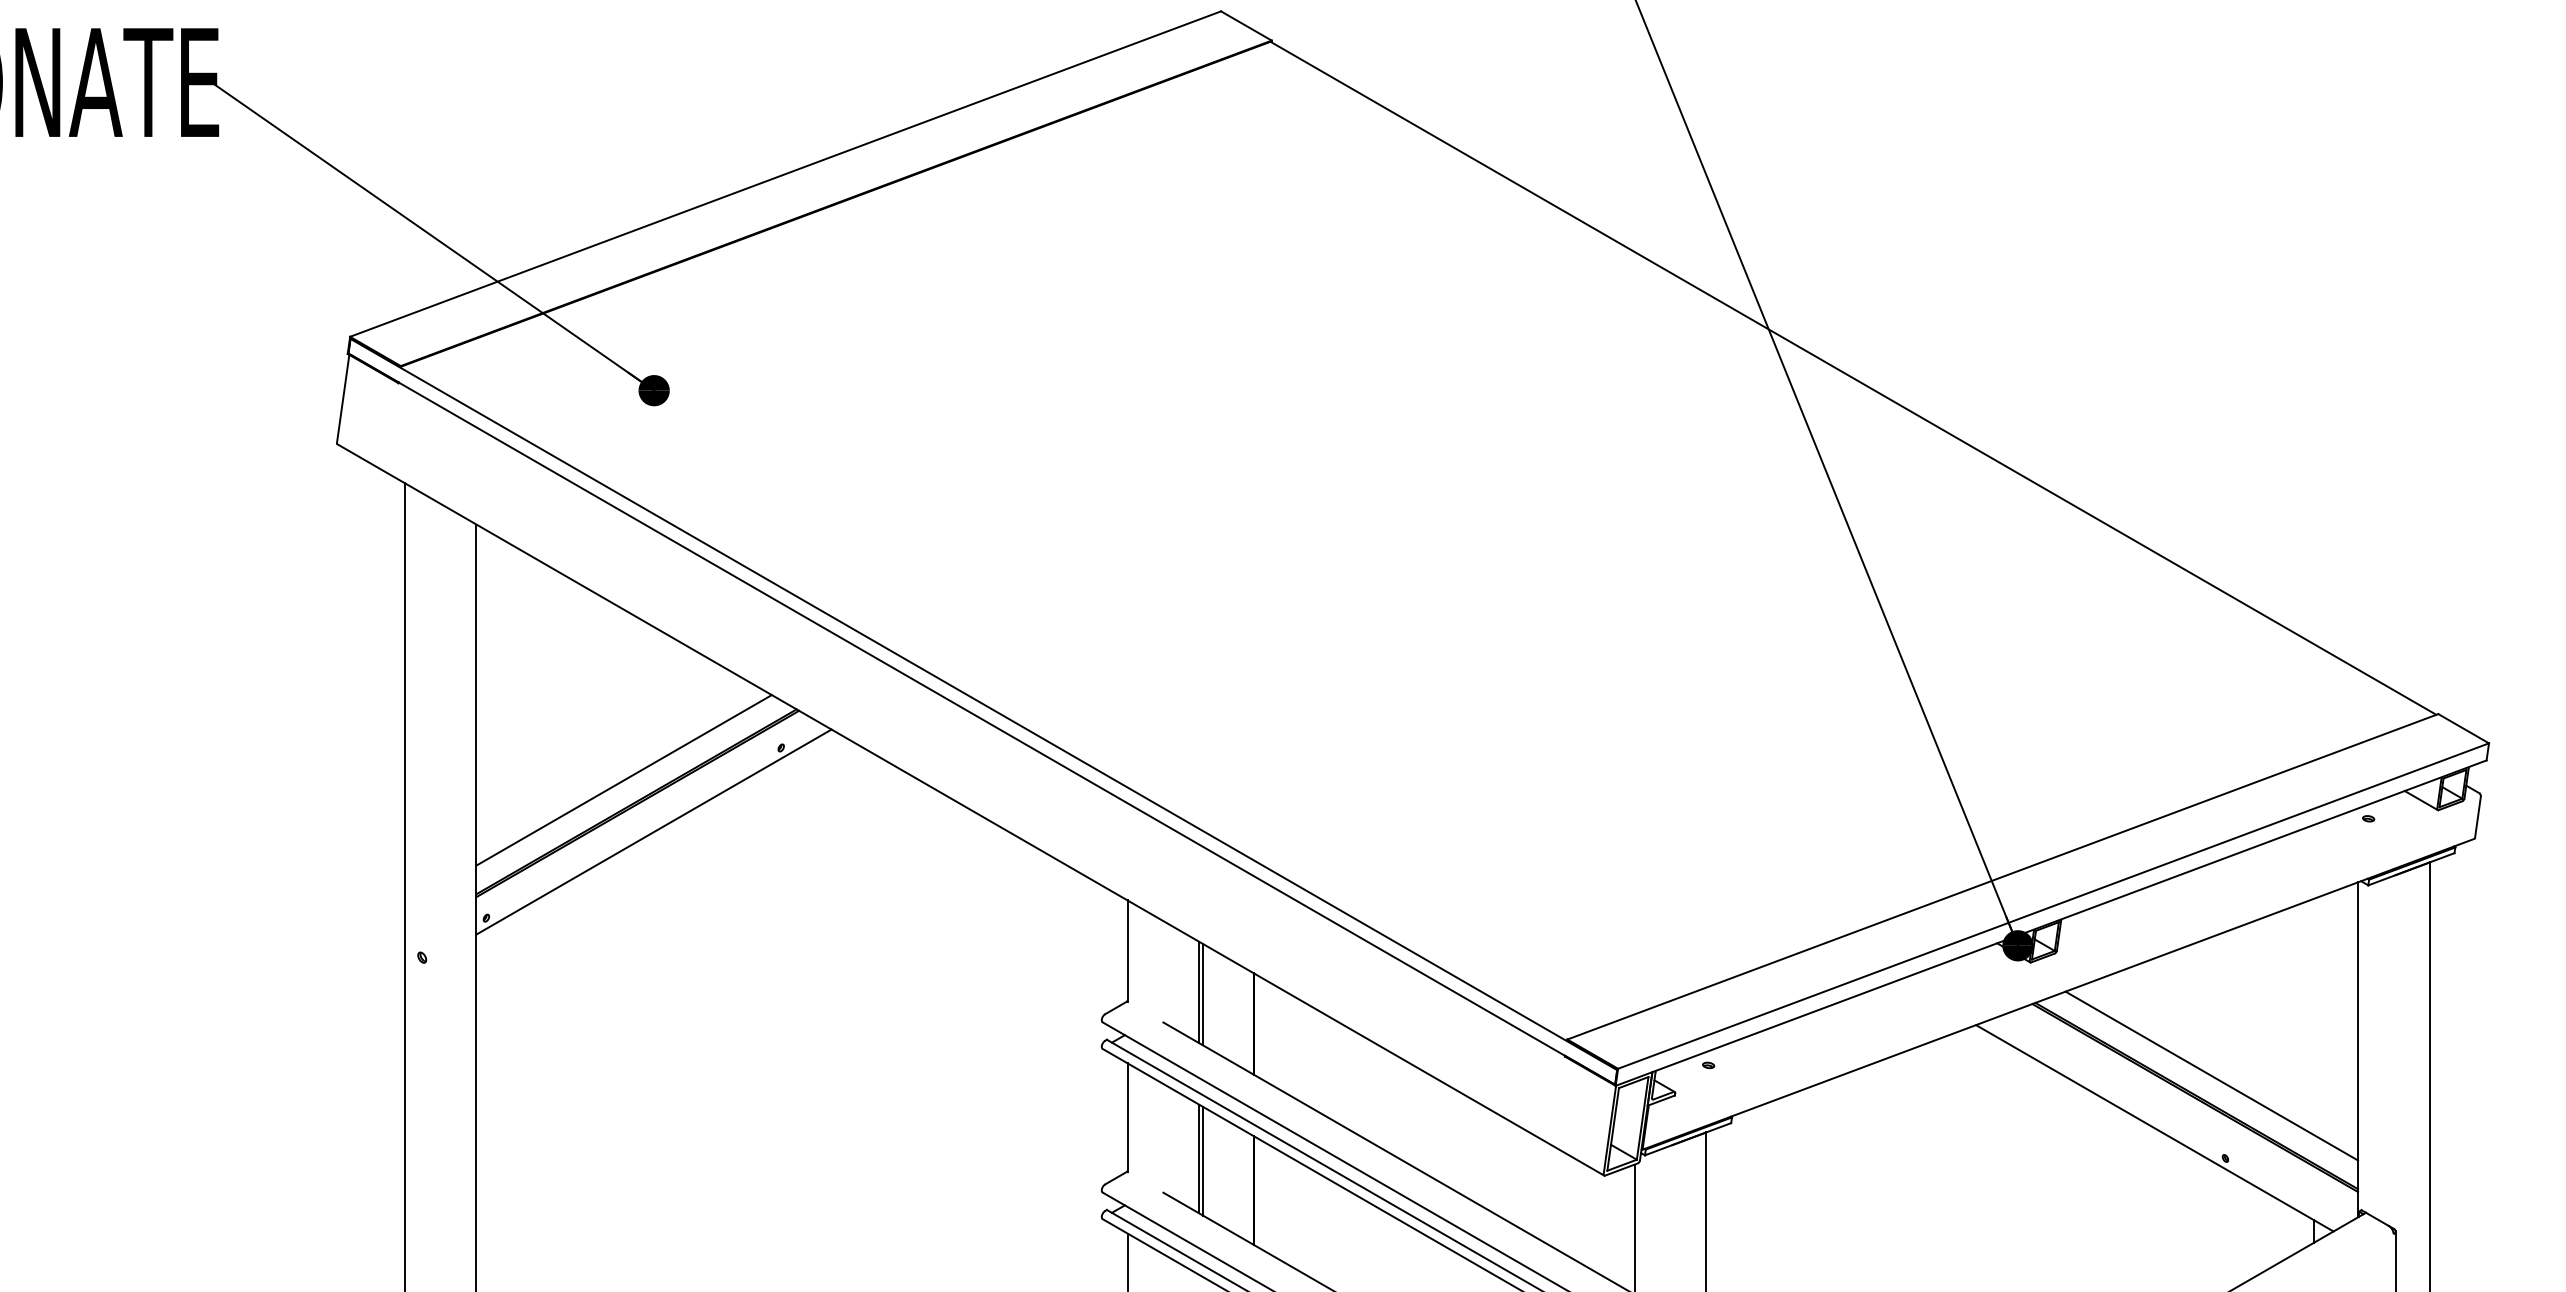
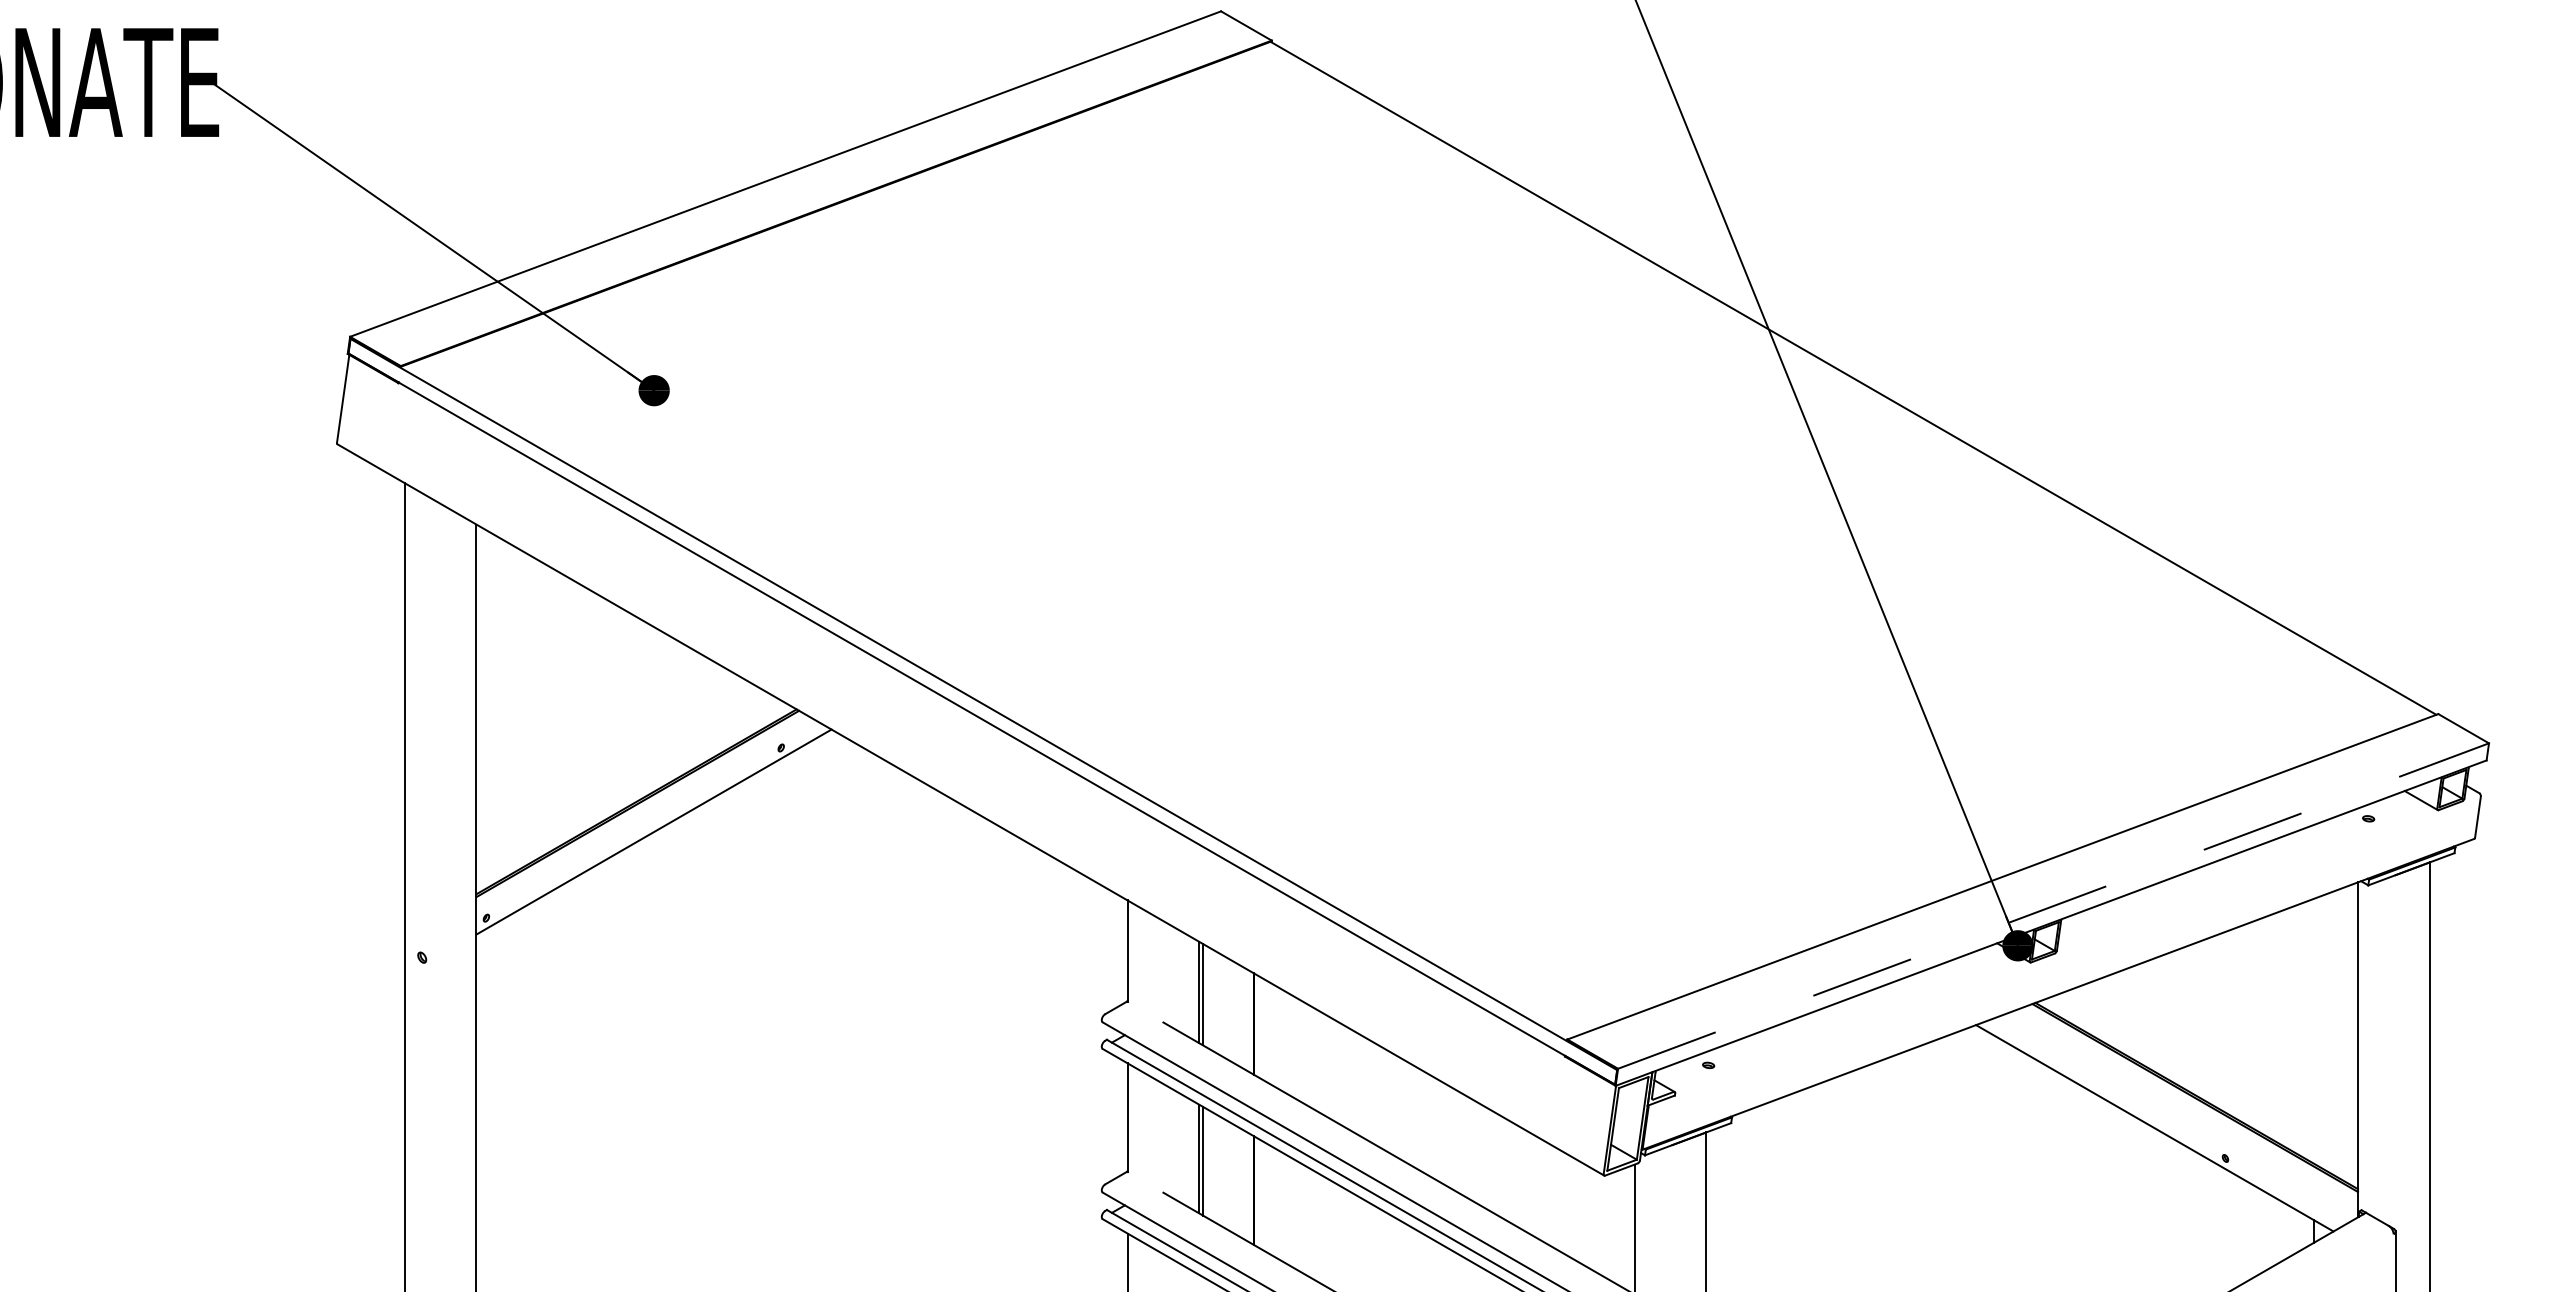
line at (623, 780): present -> none
line at (2053, 906): solid -> dashed
line at (2211, 1075): present -> none
